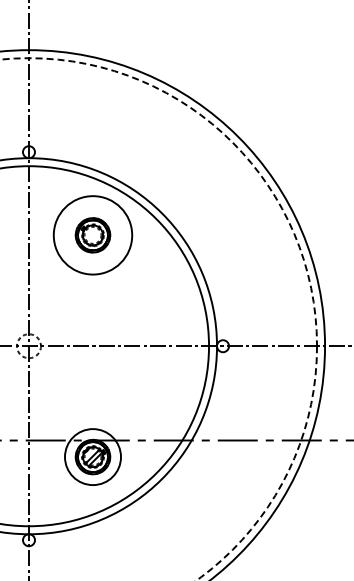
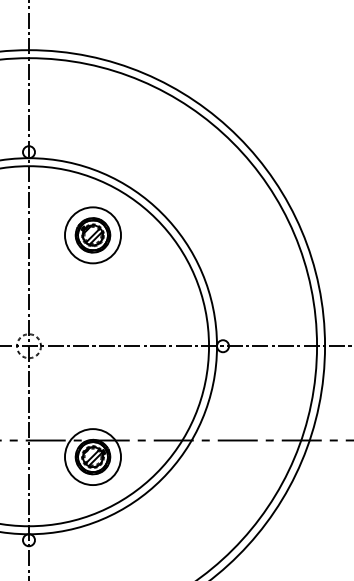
hatch at (92, 234): none -> present
circle at (92, 235) diameter: 78 px -> 56 px
circle at (158, 319): dashed -> solid
